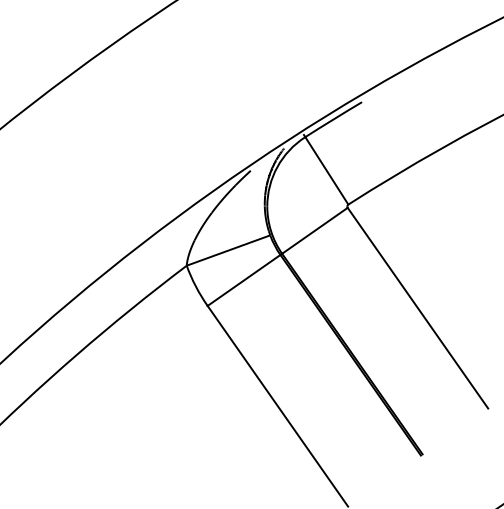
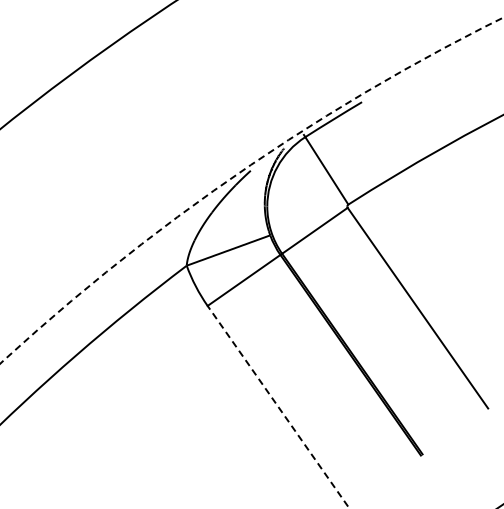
arc at (238, 173): solid -> dashed
line at (277, 405): solid -> dashed
